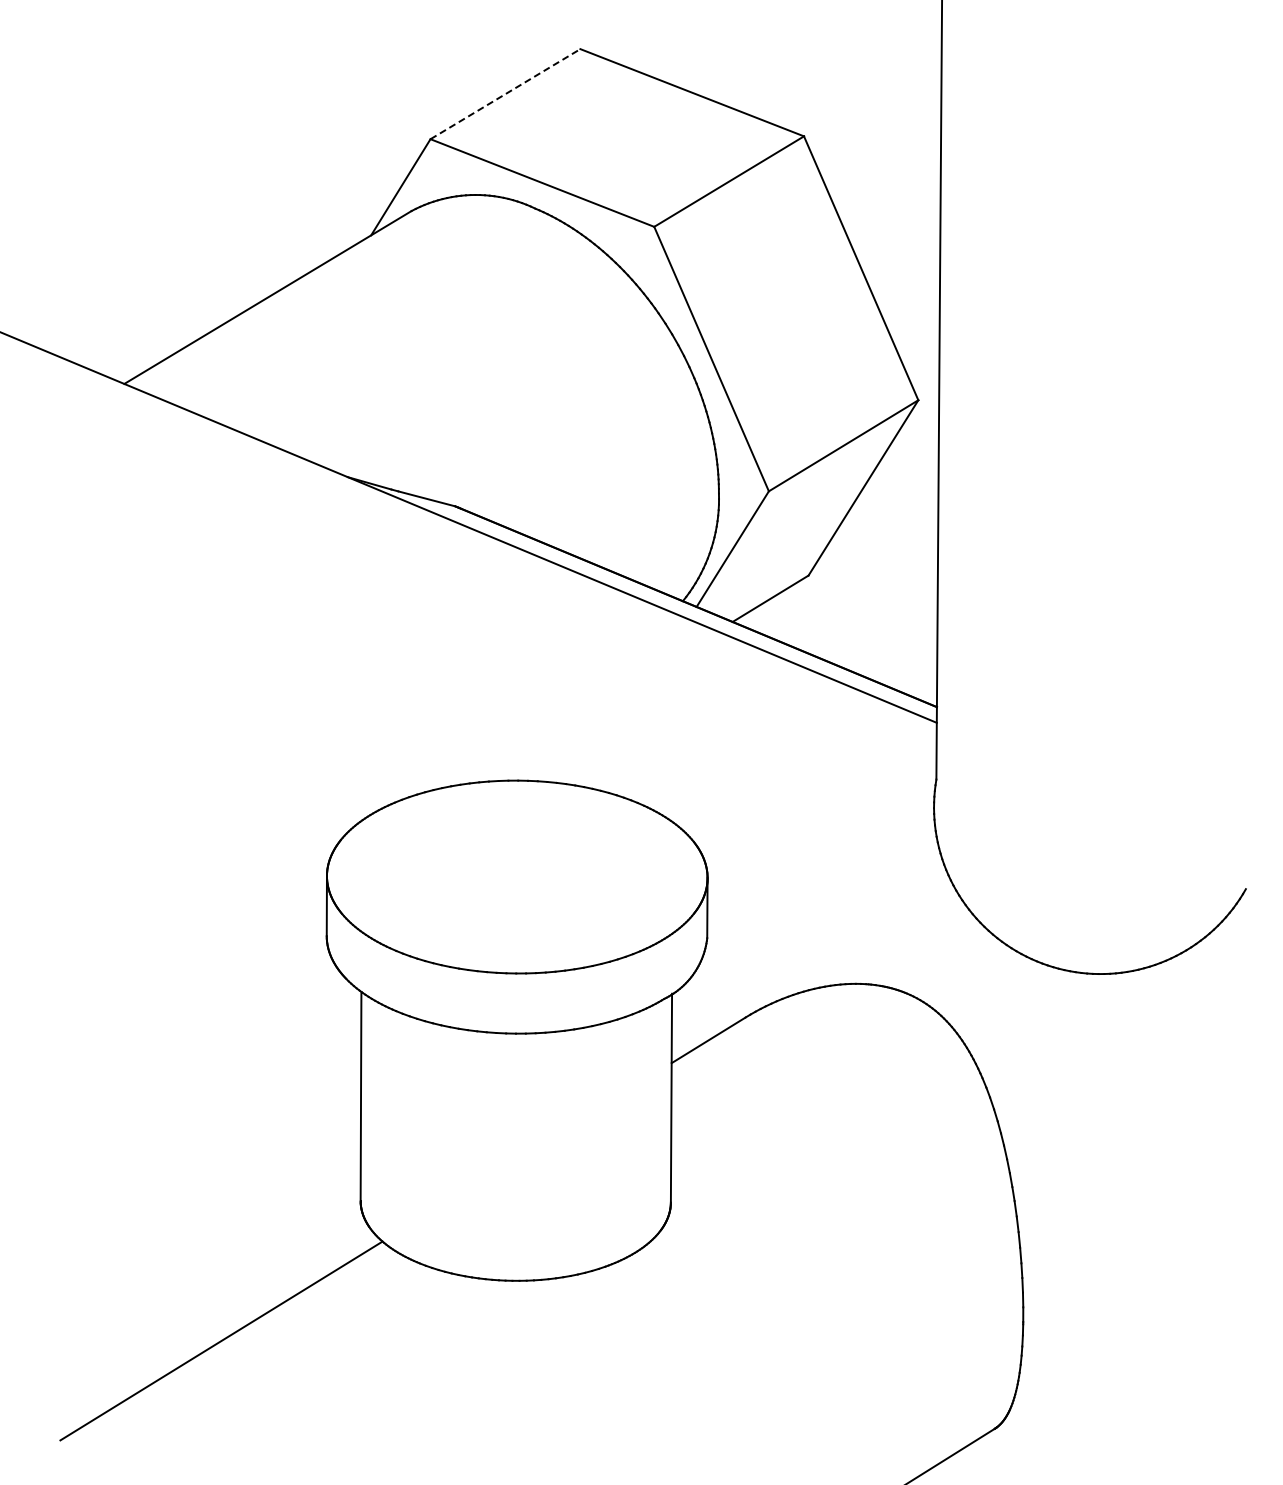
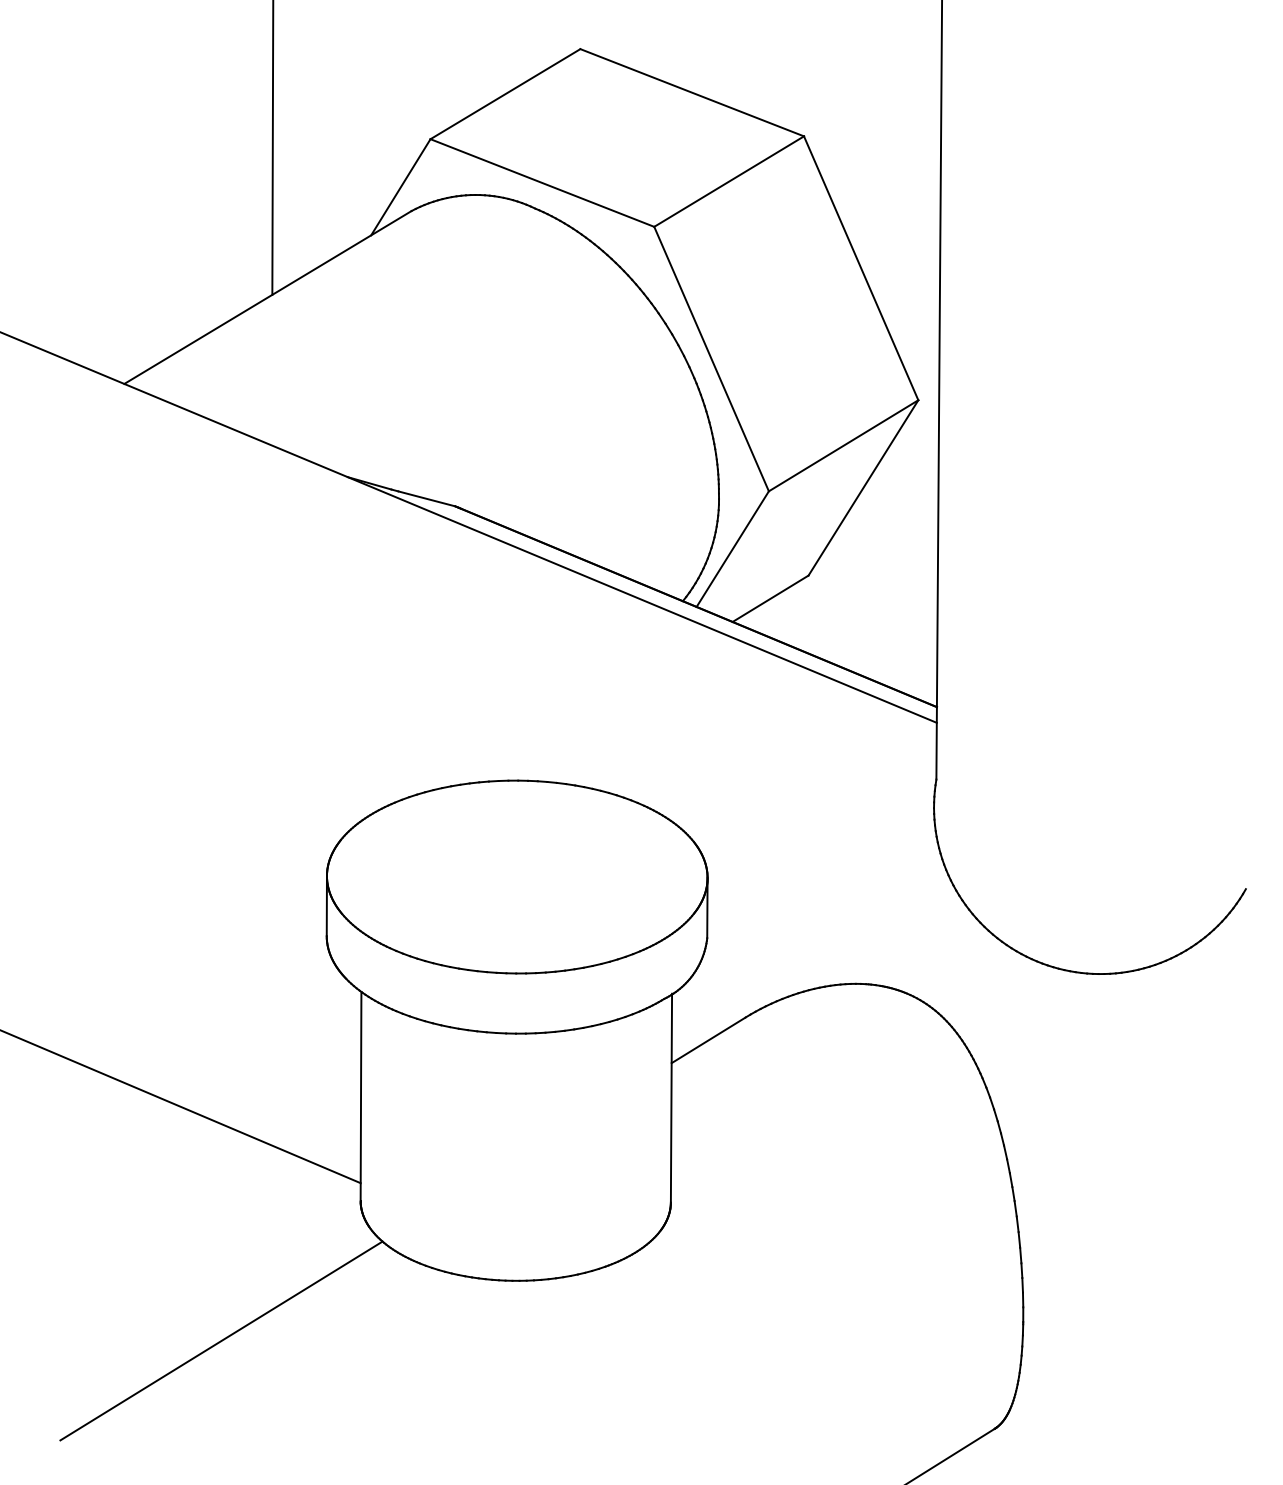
line at (505, 93): dashed -> solid
line at (272, 148): none -> present
line at (181, 1107): none -> present
